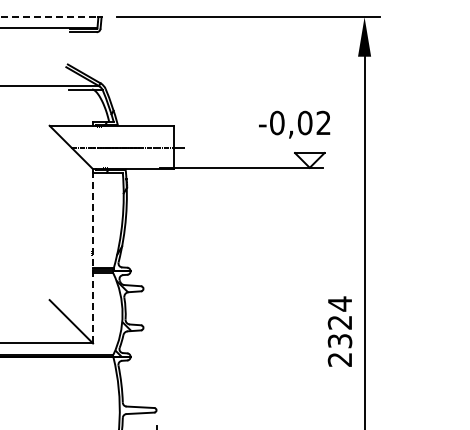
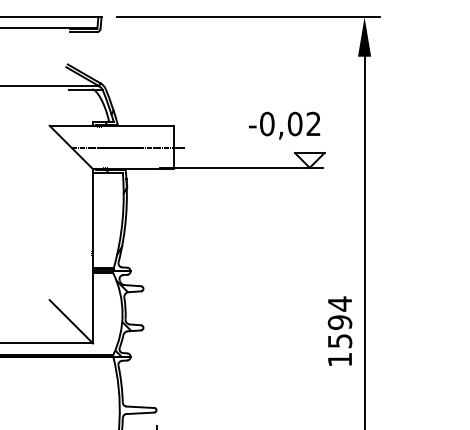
line at (49, 17): dashed -> solid
text at (294, 124) position: (294, 124) -> (284, 125)
line at (93, 255): dashed -> solid
text at (339, 340): 2324 -> 1594
